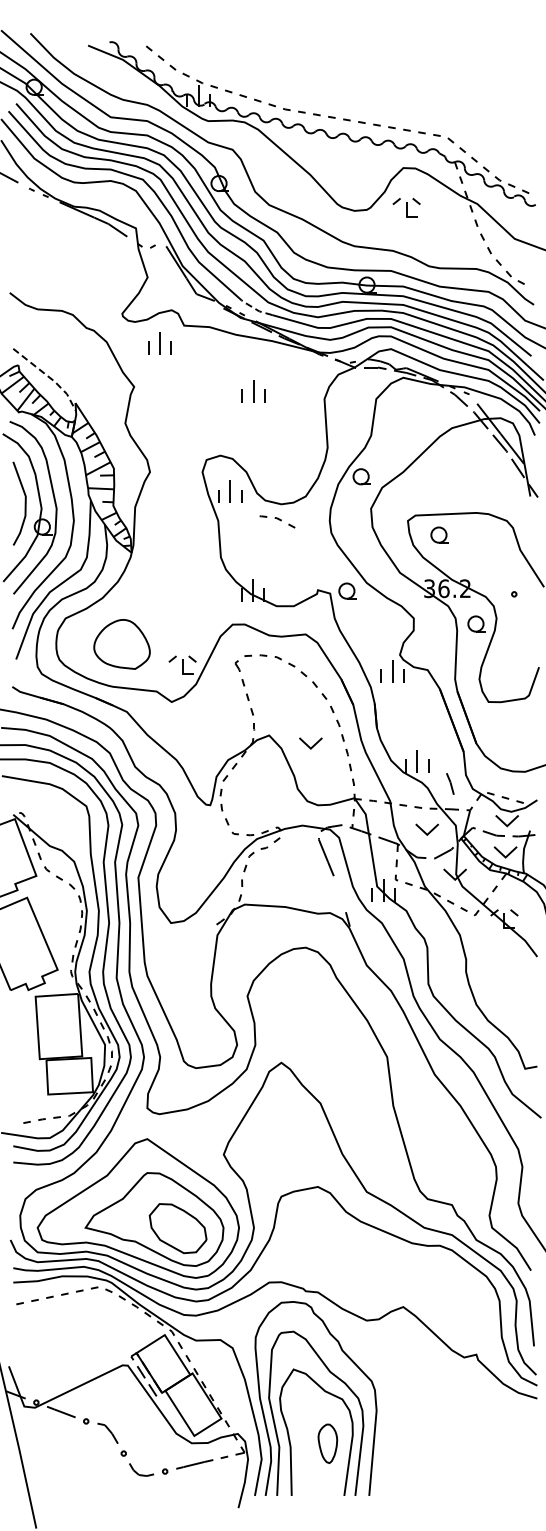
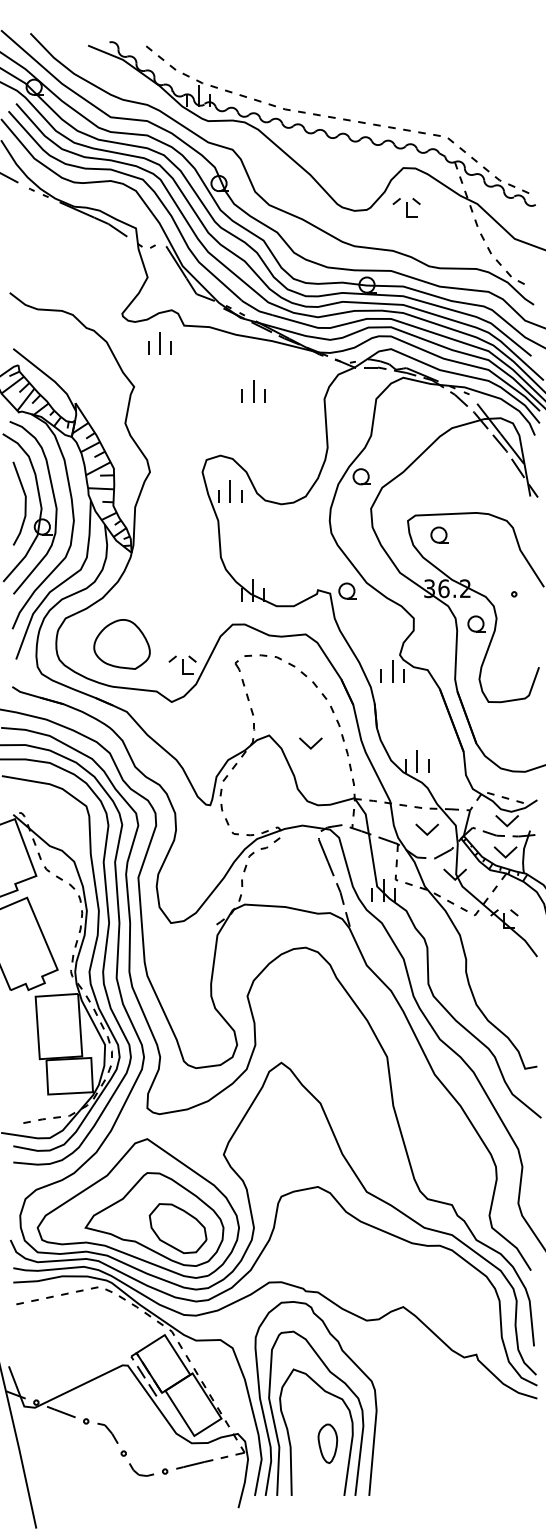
line at (256, 309): dashed -> solid
line at (49, 377): dashed -> solid
part at (277, 521): present -> none
line at (450, 783) position: (450, 783) -> (340, 893)
